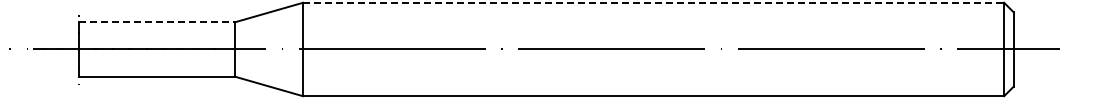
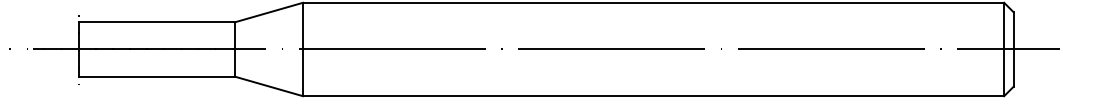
line at (653, 2): dashed -> solid
line at (157, 22): dashed -> solid
